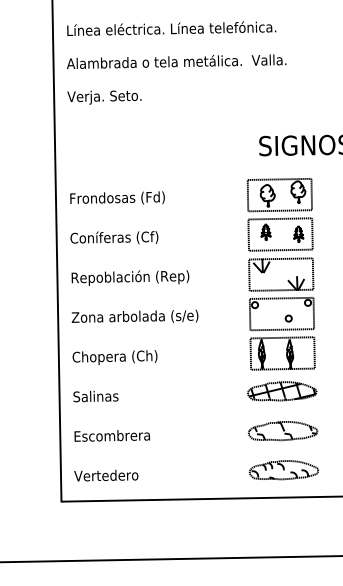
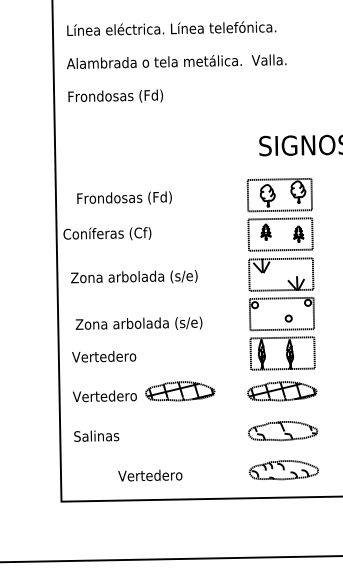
text at (114, 96): Verja. Seto. -> Frondosas (Fd)
text at (117, 197) position: (117, 197) -> (124, 197)
text at (114, 237) position: (114, 237) -> (107, 233)
text at (134, 277): Repoblación (Rep) -> Zona arbolada (s/e)
text at (134, 315) position: (134, 315) -> (138, 322)
text at (114, 357): Chopera (Ch) -> Vertedero
part at (180, 391): none -> present
text at (104, 396): Salinas -> Vertedero
text at (112, 435): Escombrera -> Salinas
text at (106, 475) position: (106, 475) -> (150, 475)
